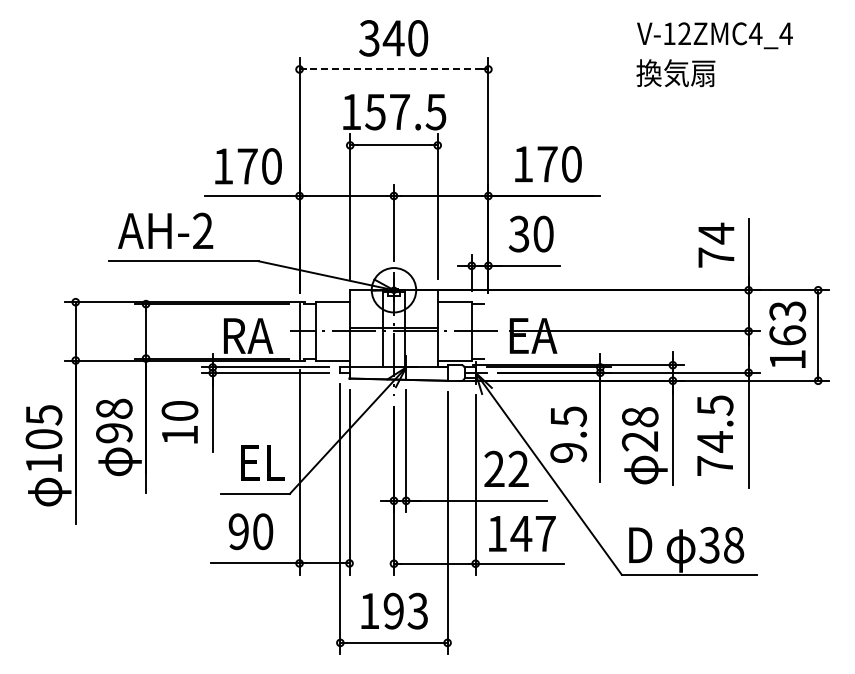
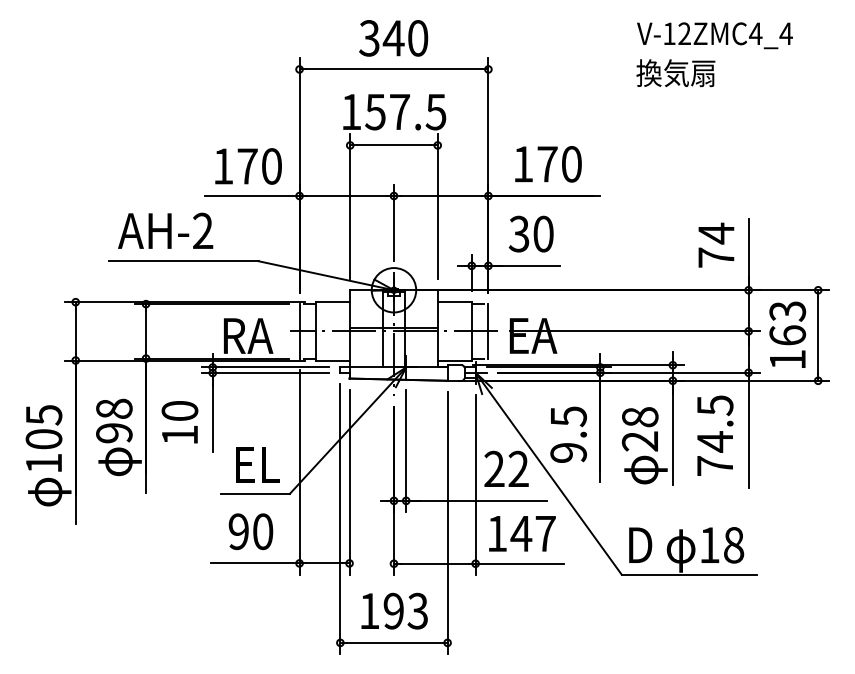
line at (393, 69): dashed -> solid
line at (488, 331): none -> present
text at (262, 462) position: (262, 462) -> (257, 464)
text at (709, 545): 38 -> 18
